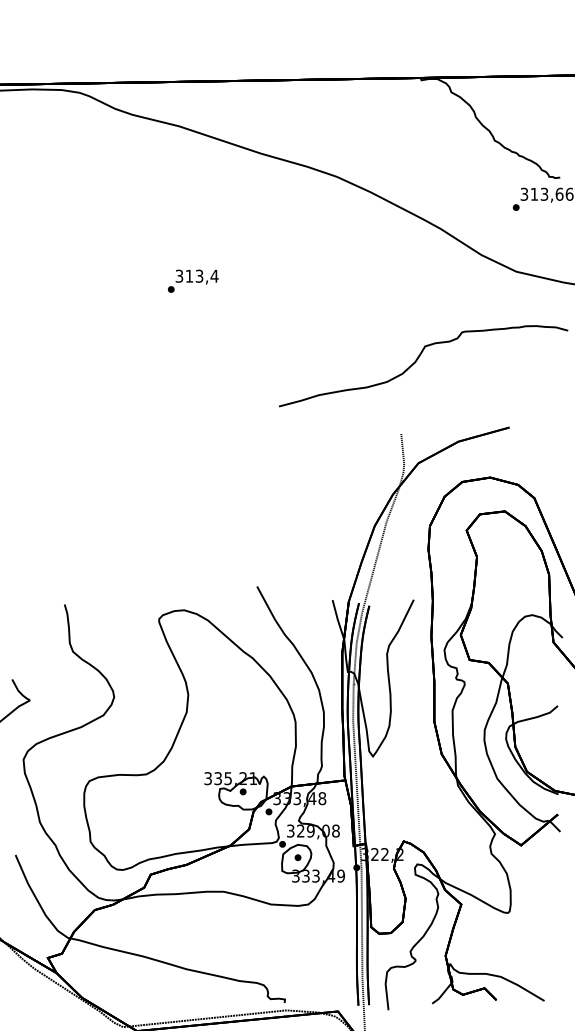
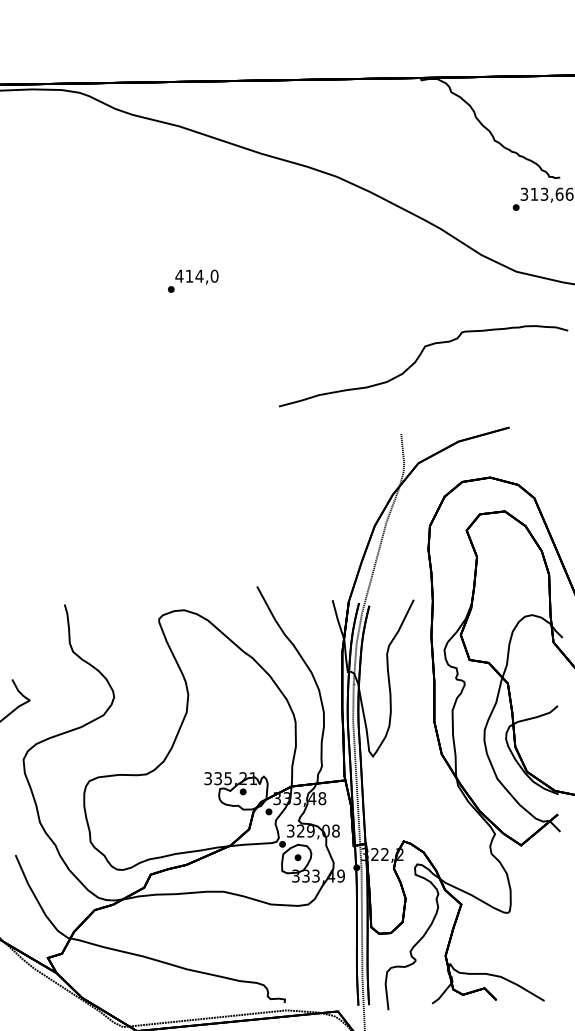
text at (196, 275): 313,4 -> 414,0
